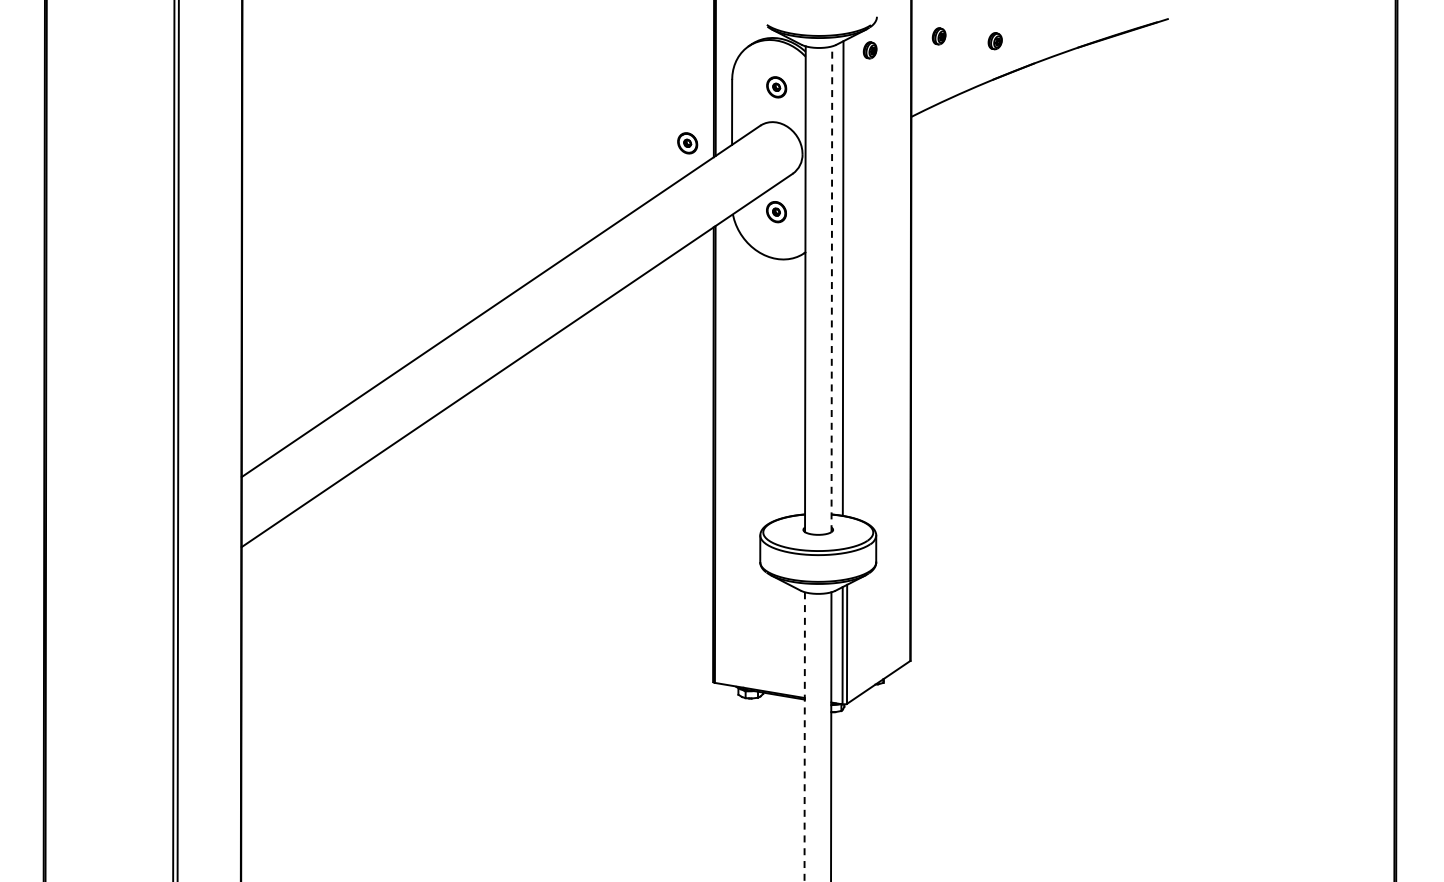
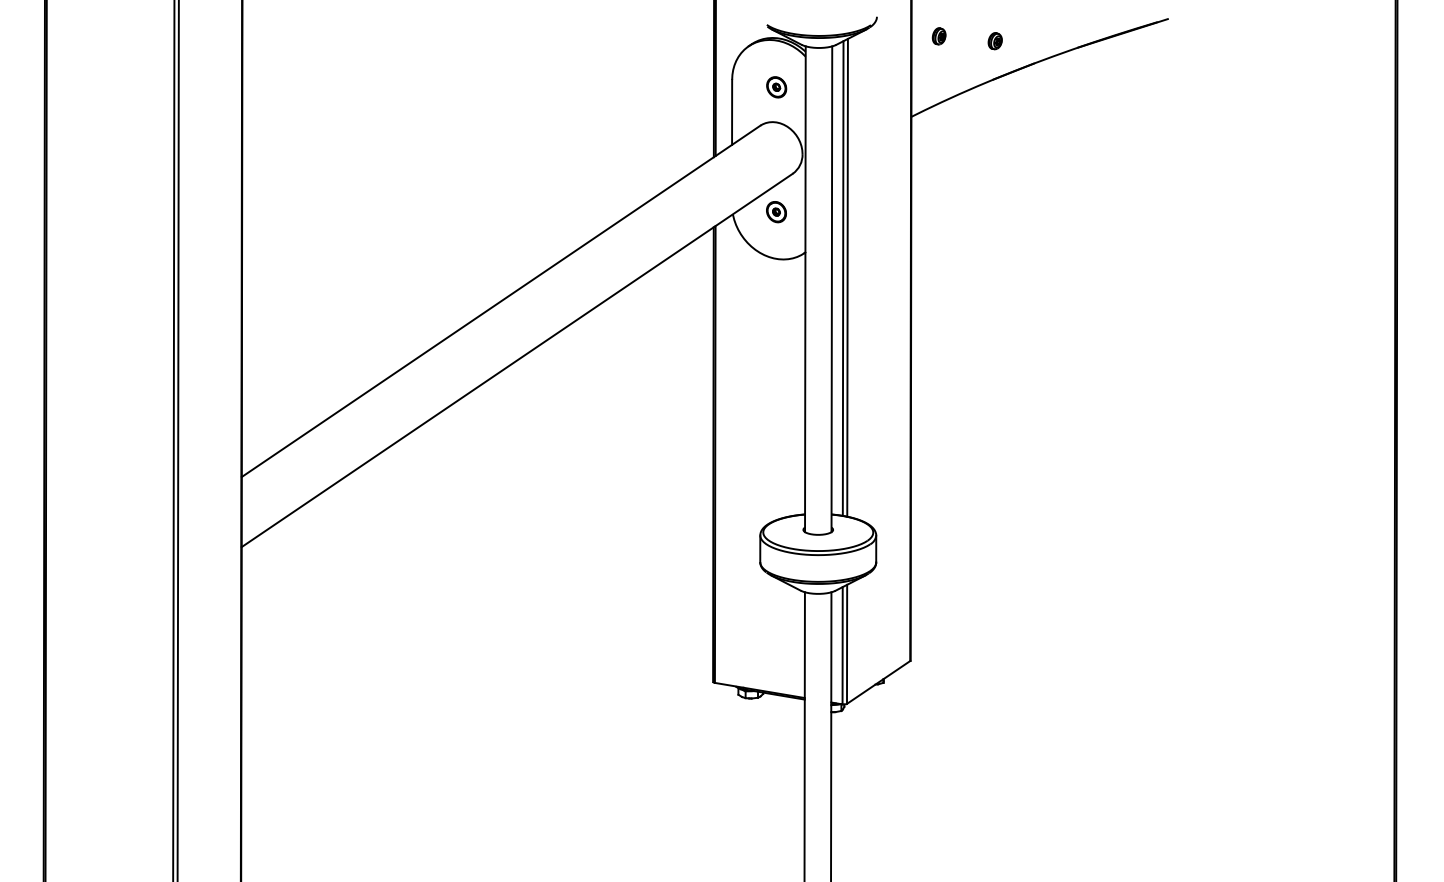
part at (869, 50): present -> none
part at (687, 143): present -> none
line at (847, 277): none -> present
line at (831, 289): dashed -> solid
line at (804, 737): dashed -> solid
